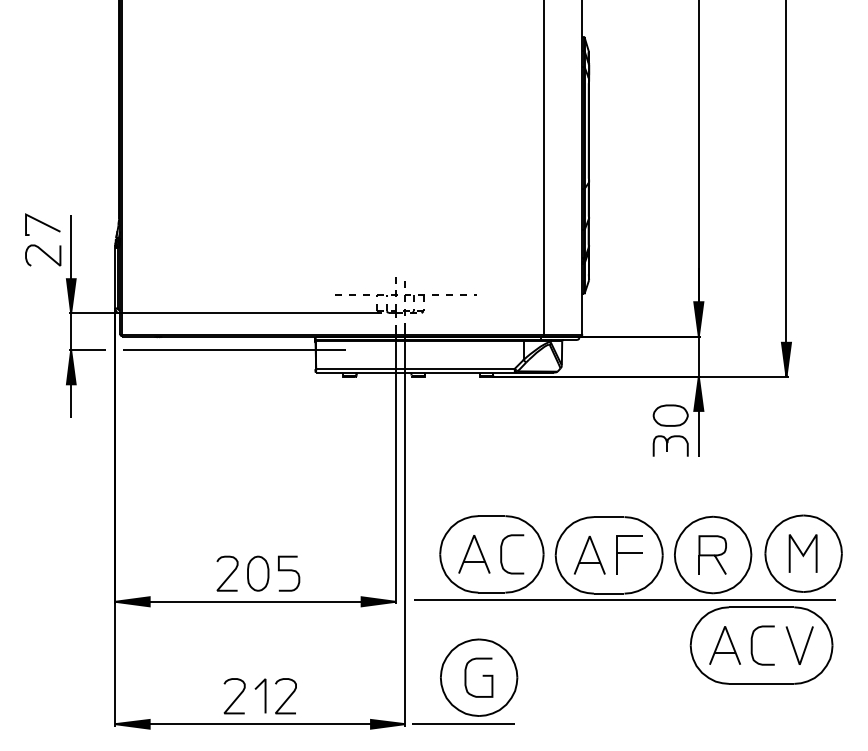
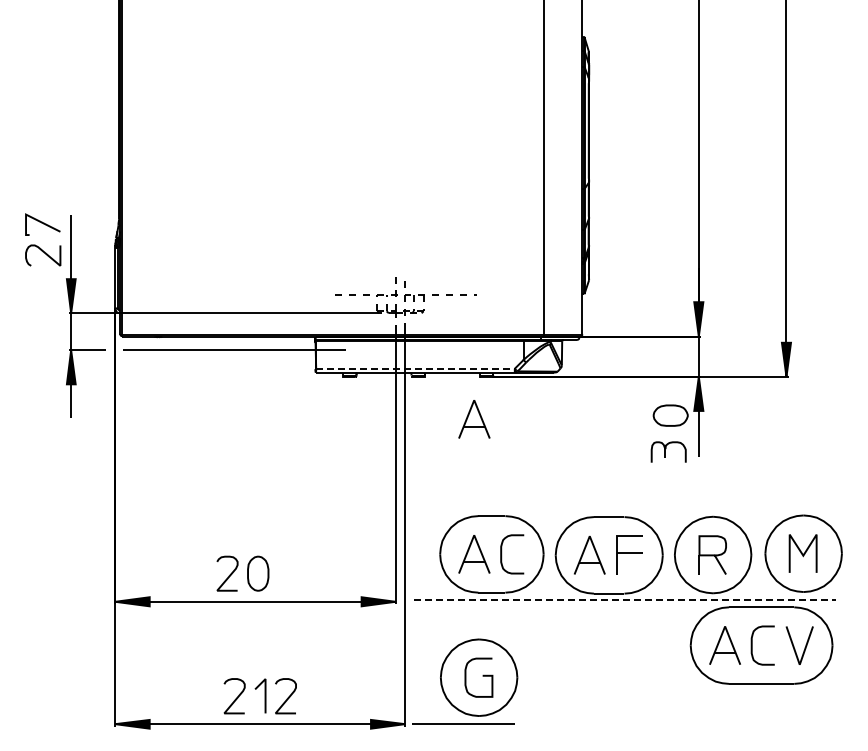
line at (415, 368): solid -> dashed
part at (474, 419): none -> present
part at (670, 445) position: (670, 445) -> (668, 451)
curve at (289, 571): present -> none
line at (625, 599): solid -> dashed
